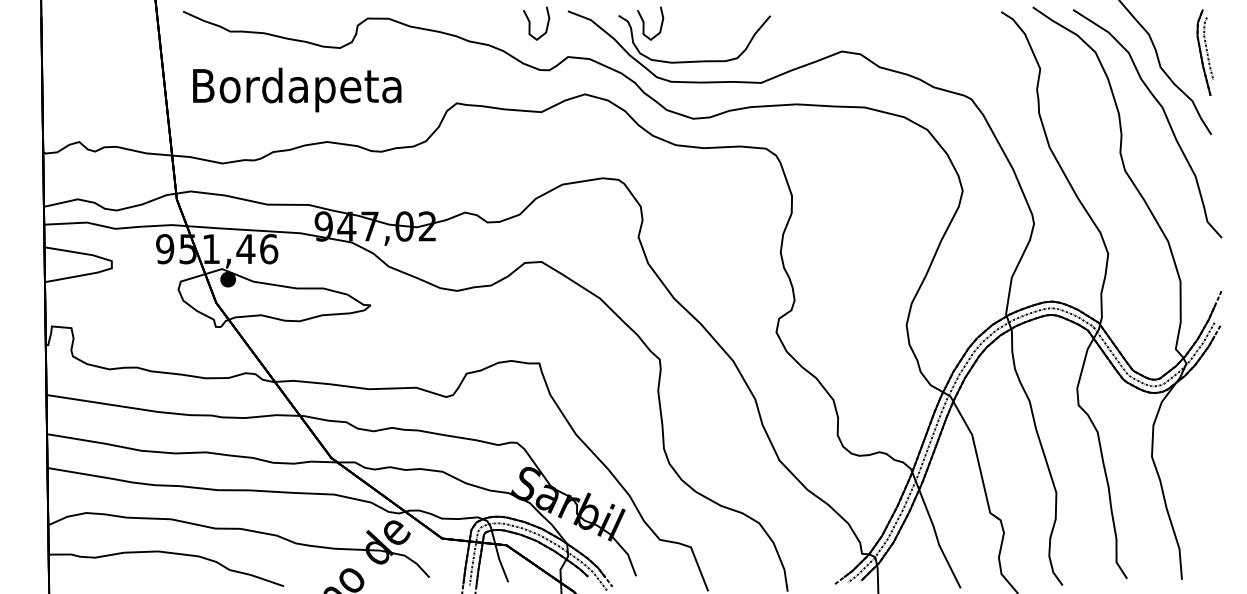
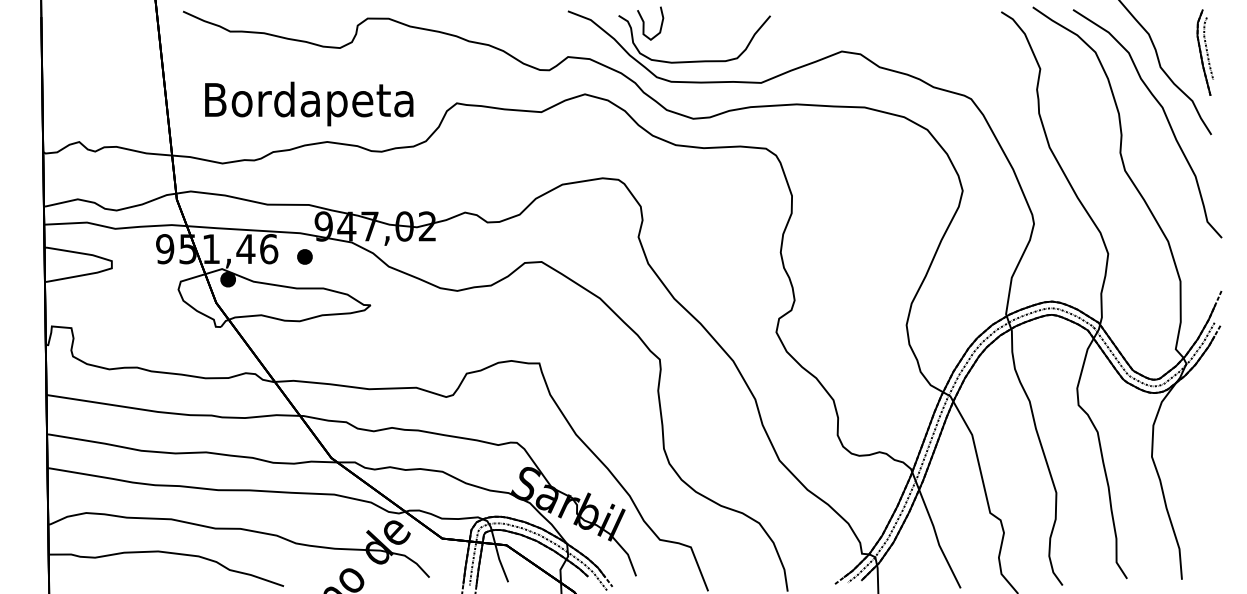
curve at (530, 23): present -> none
text at (297, 89) position: (297, 89) -> (309, 103)
part at (304, 256): none -> present
